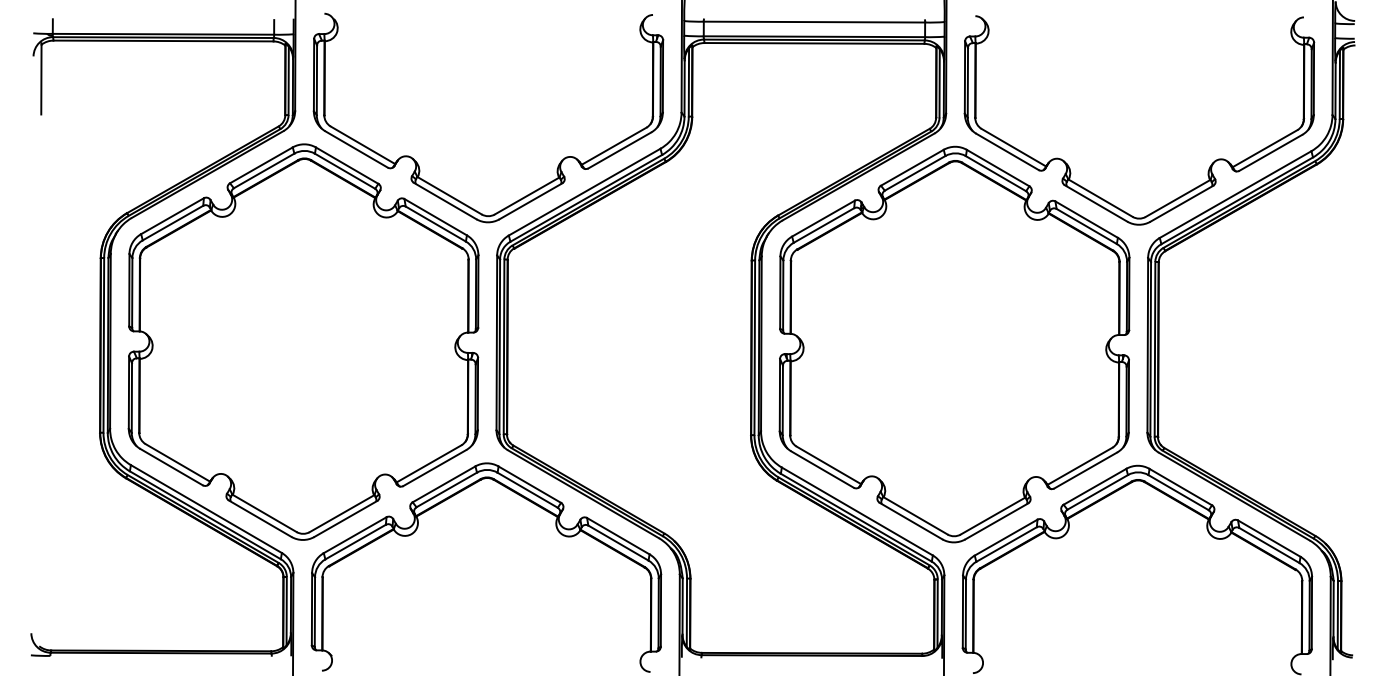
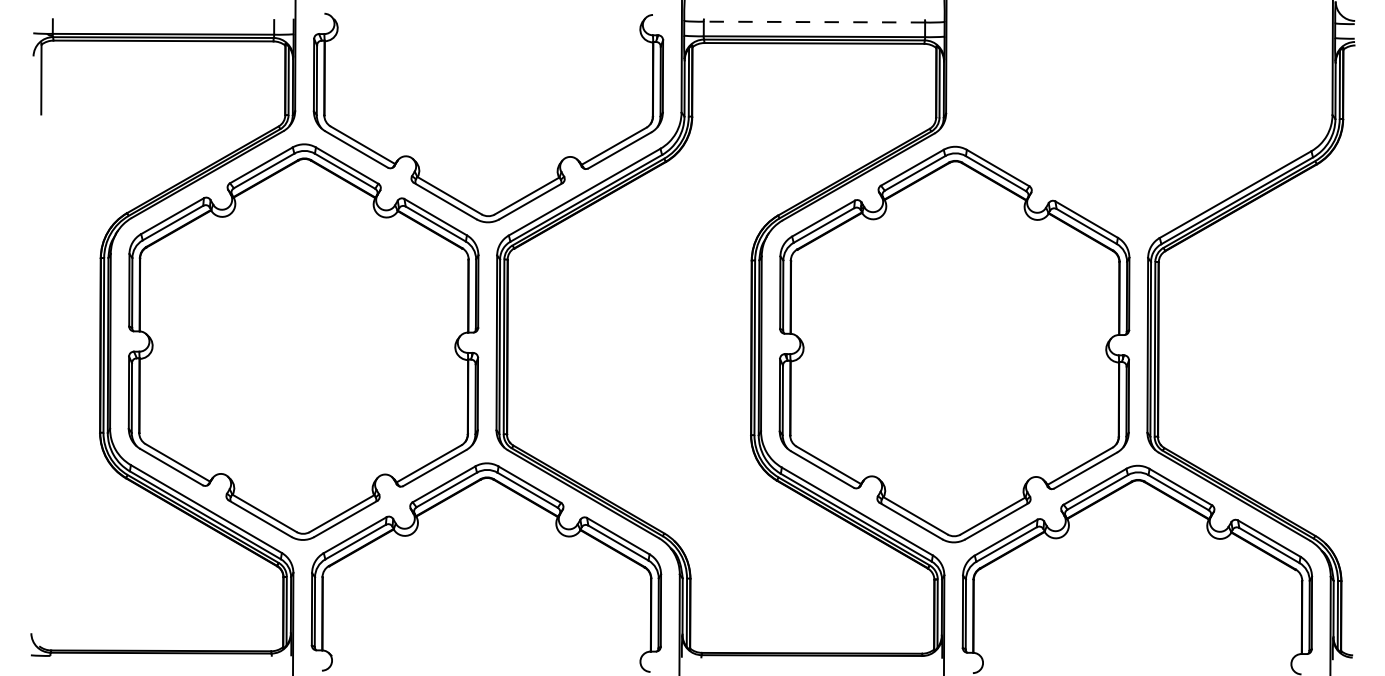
line at (814, 22): solid -> dashed
part at (1068, 164): present -> none
